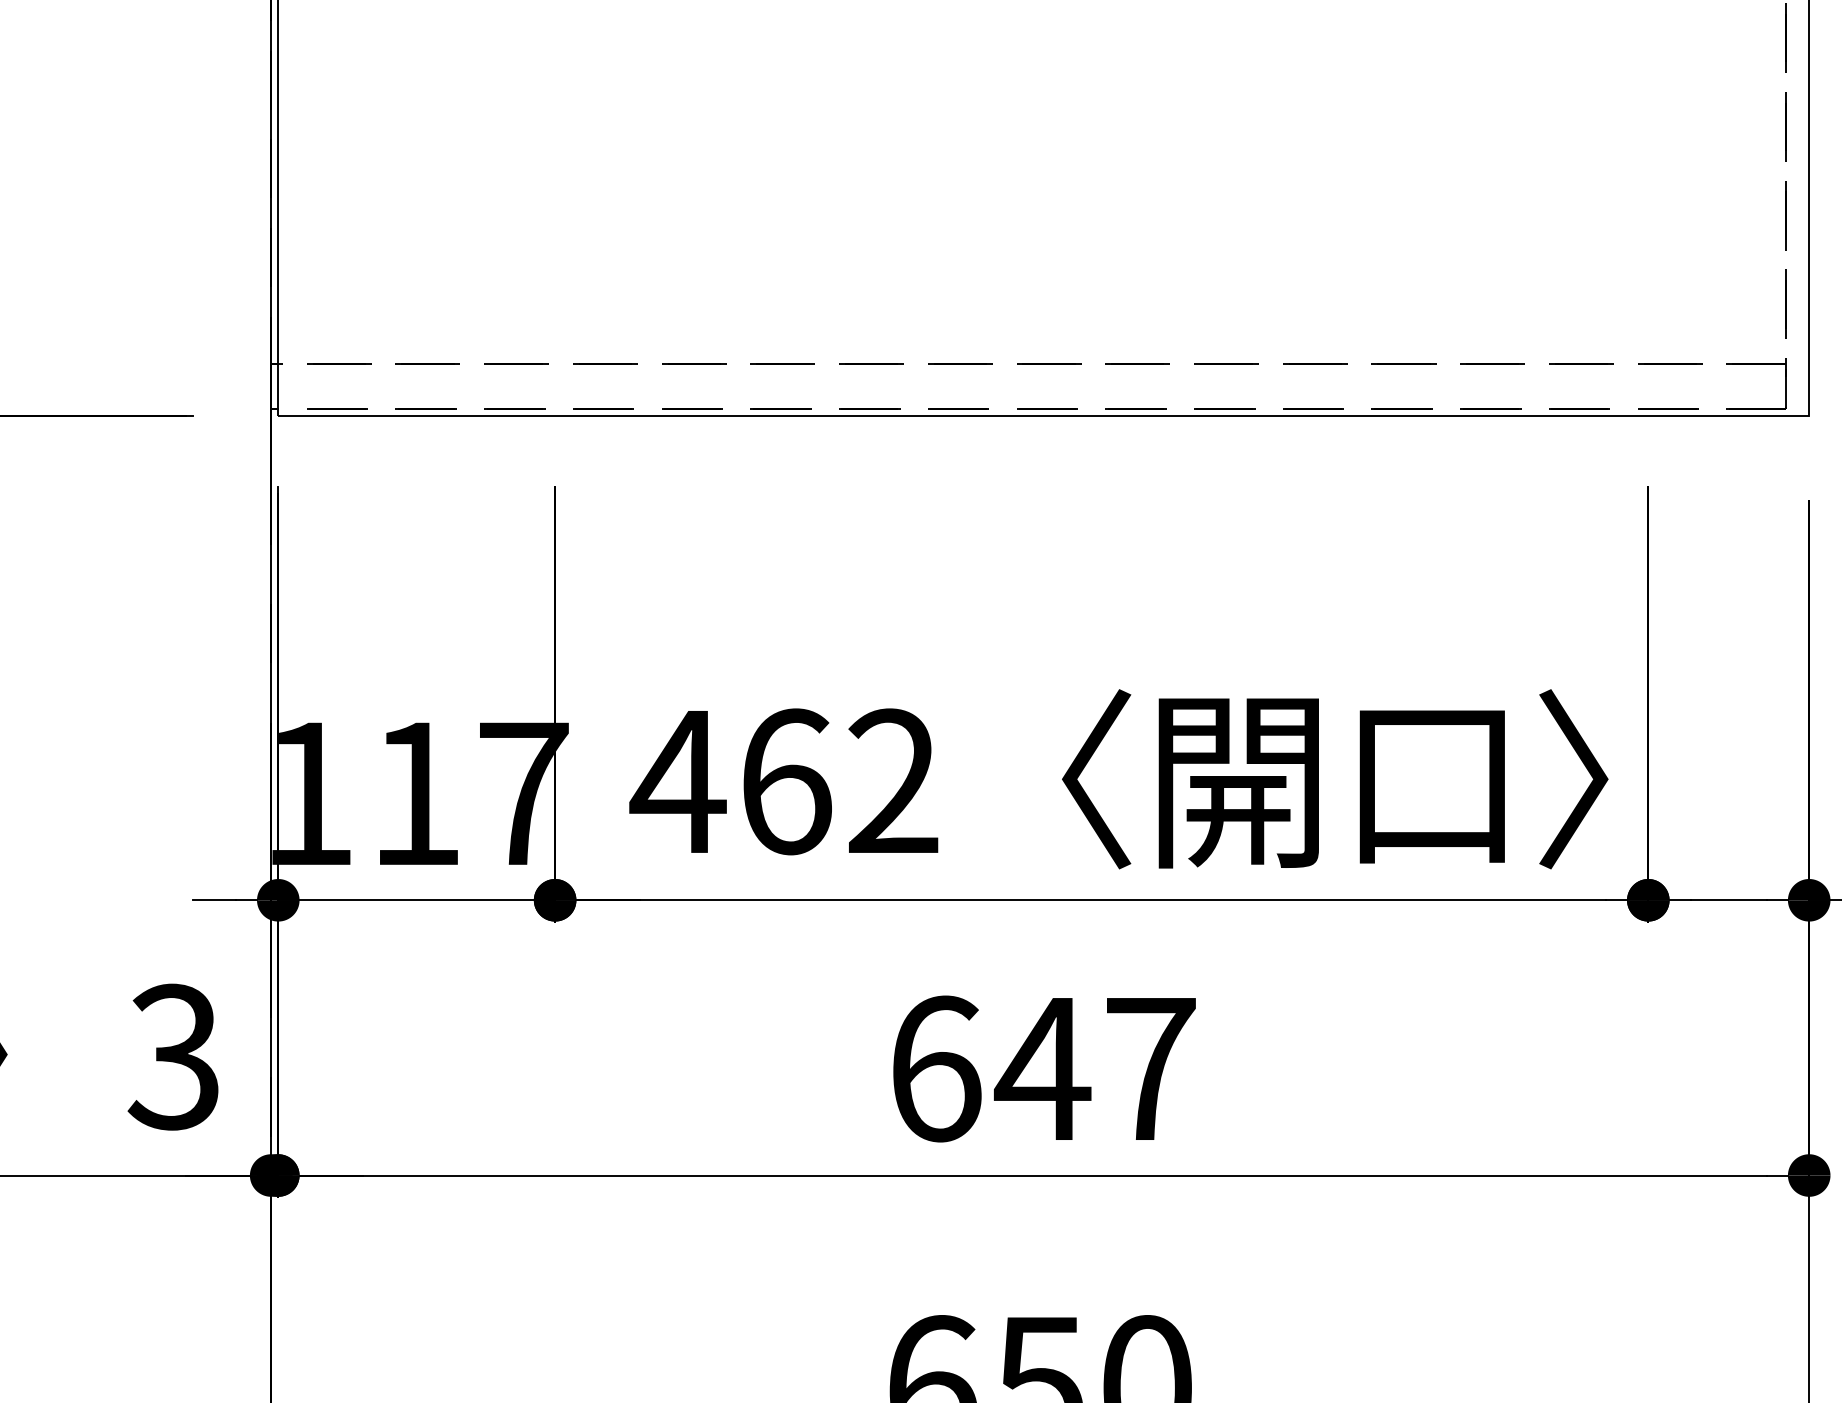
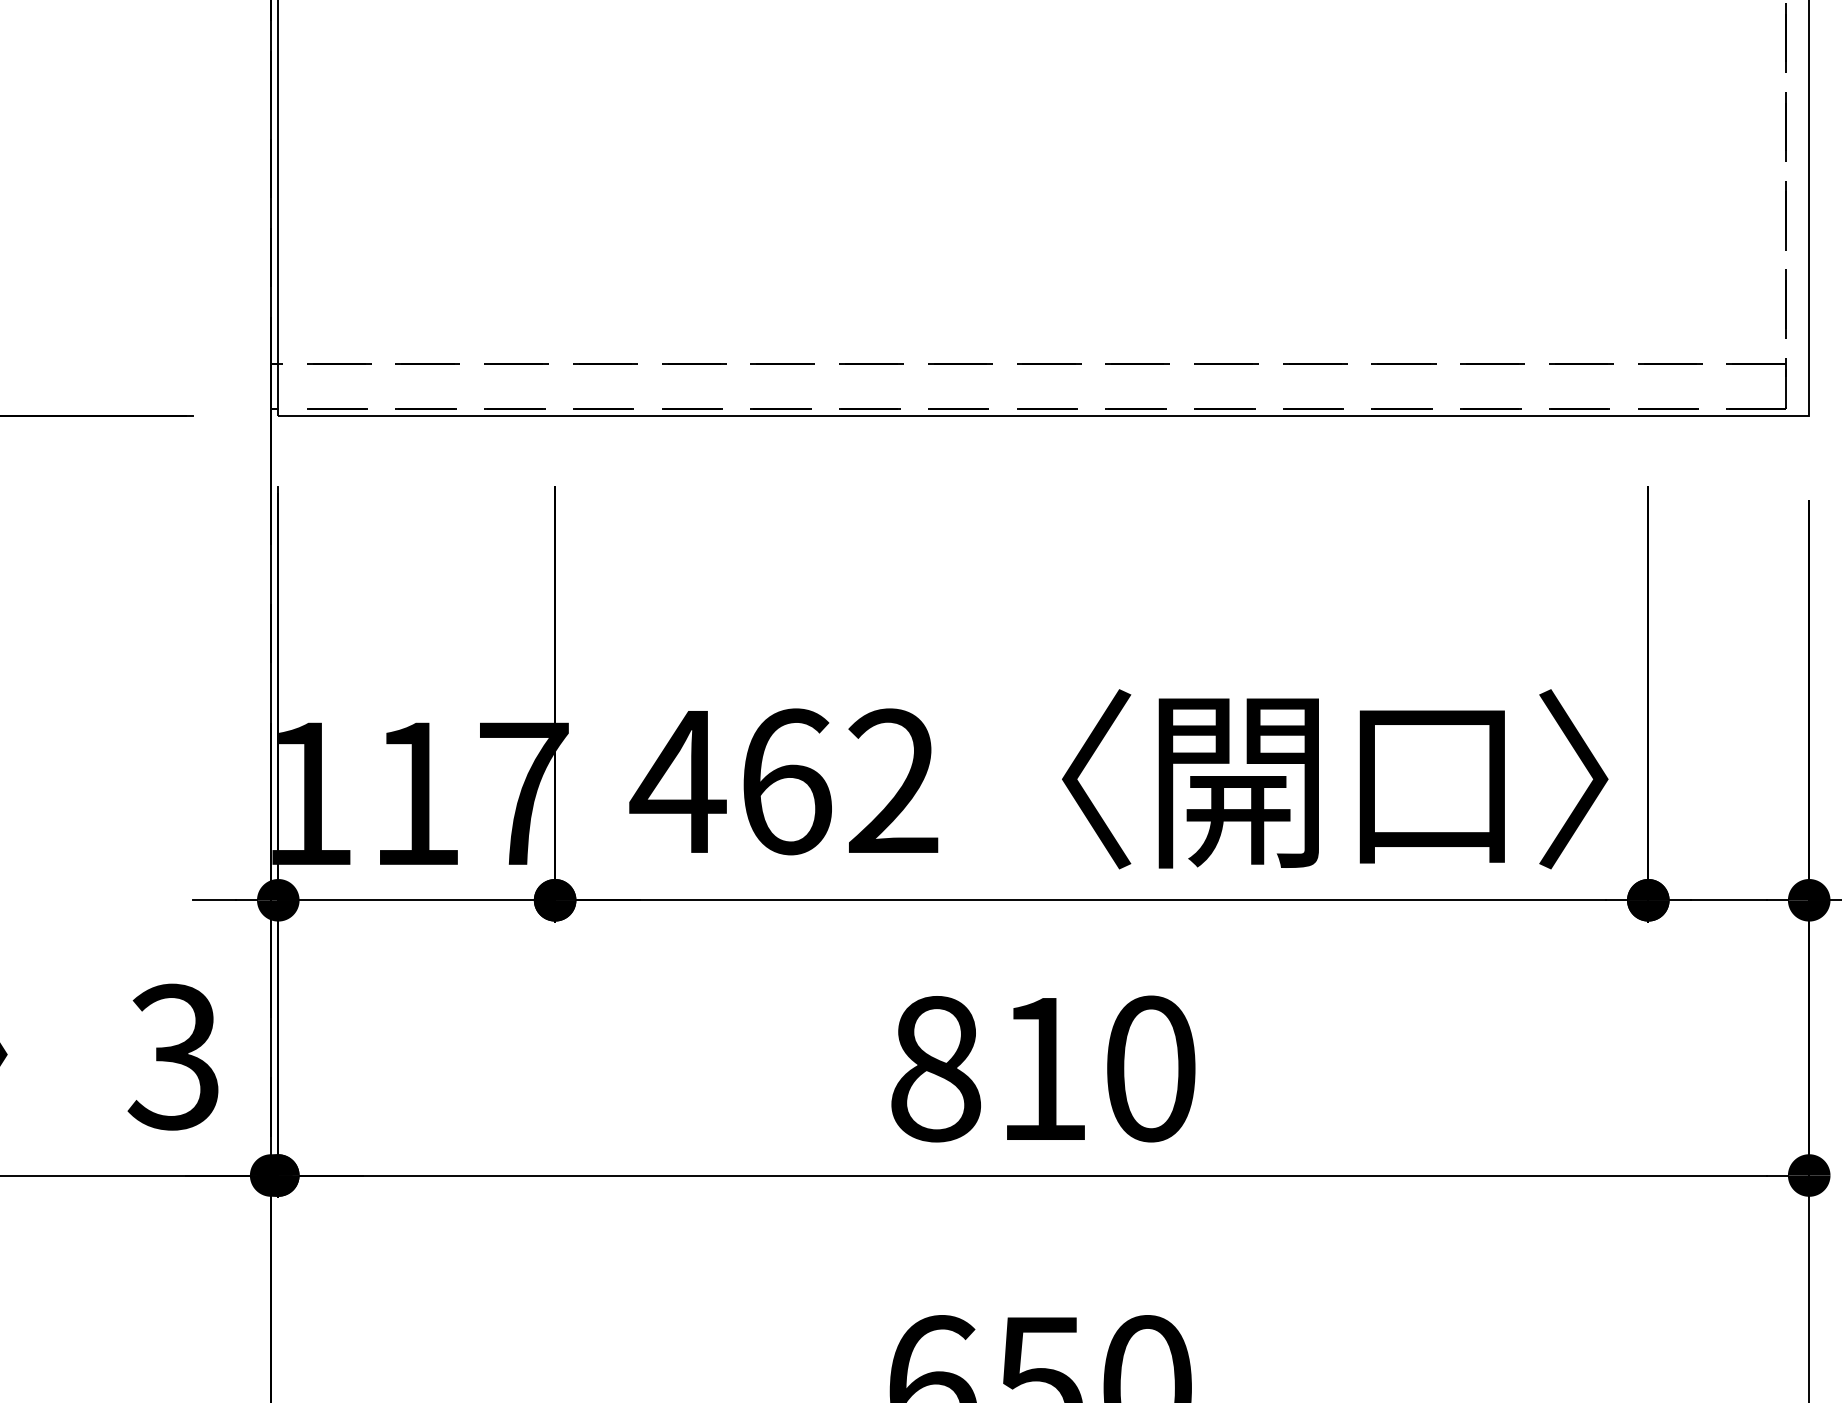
text at (1043, 1068): 647 -> 810
